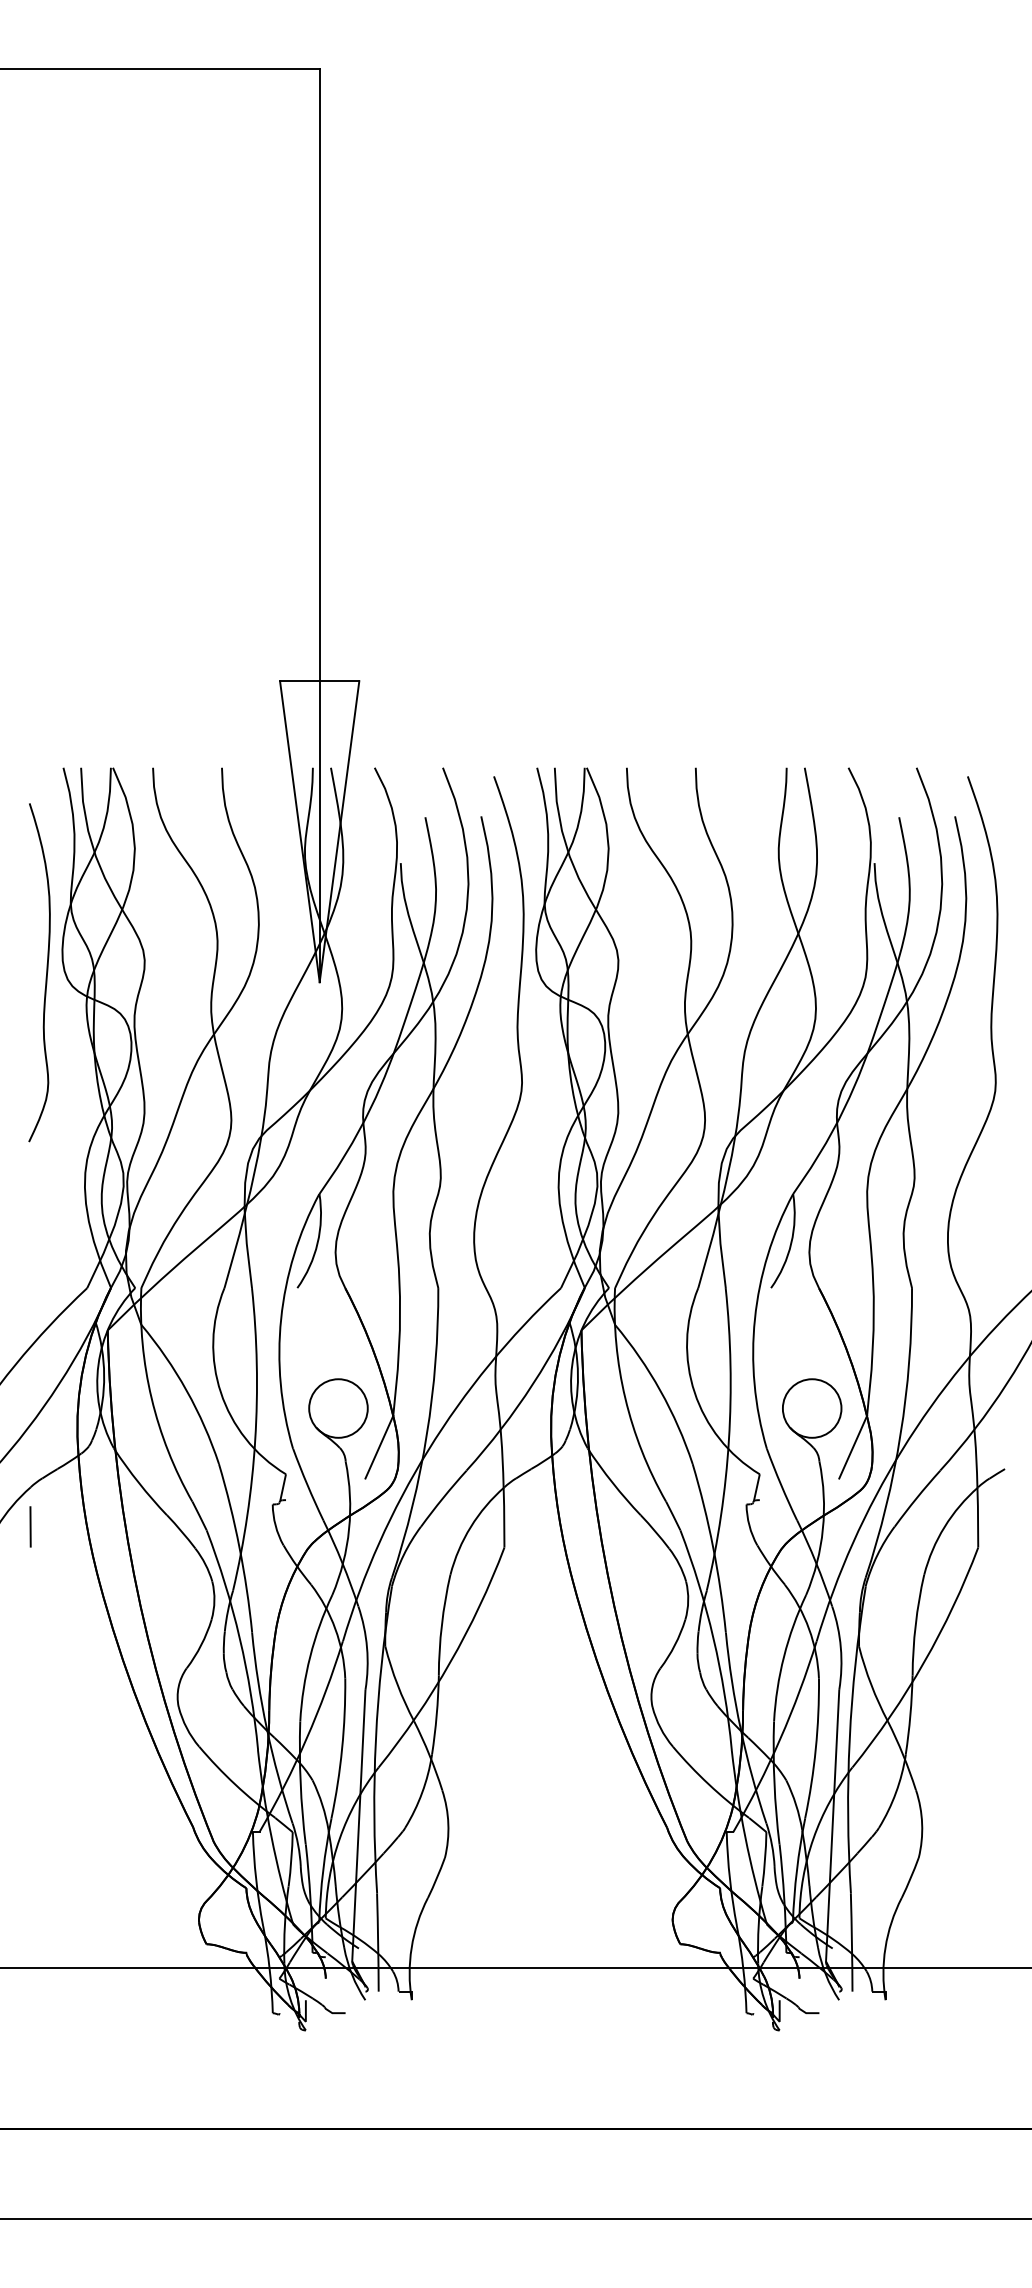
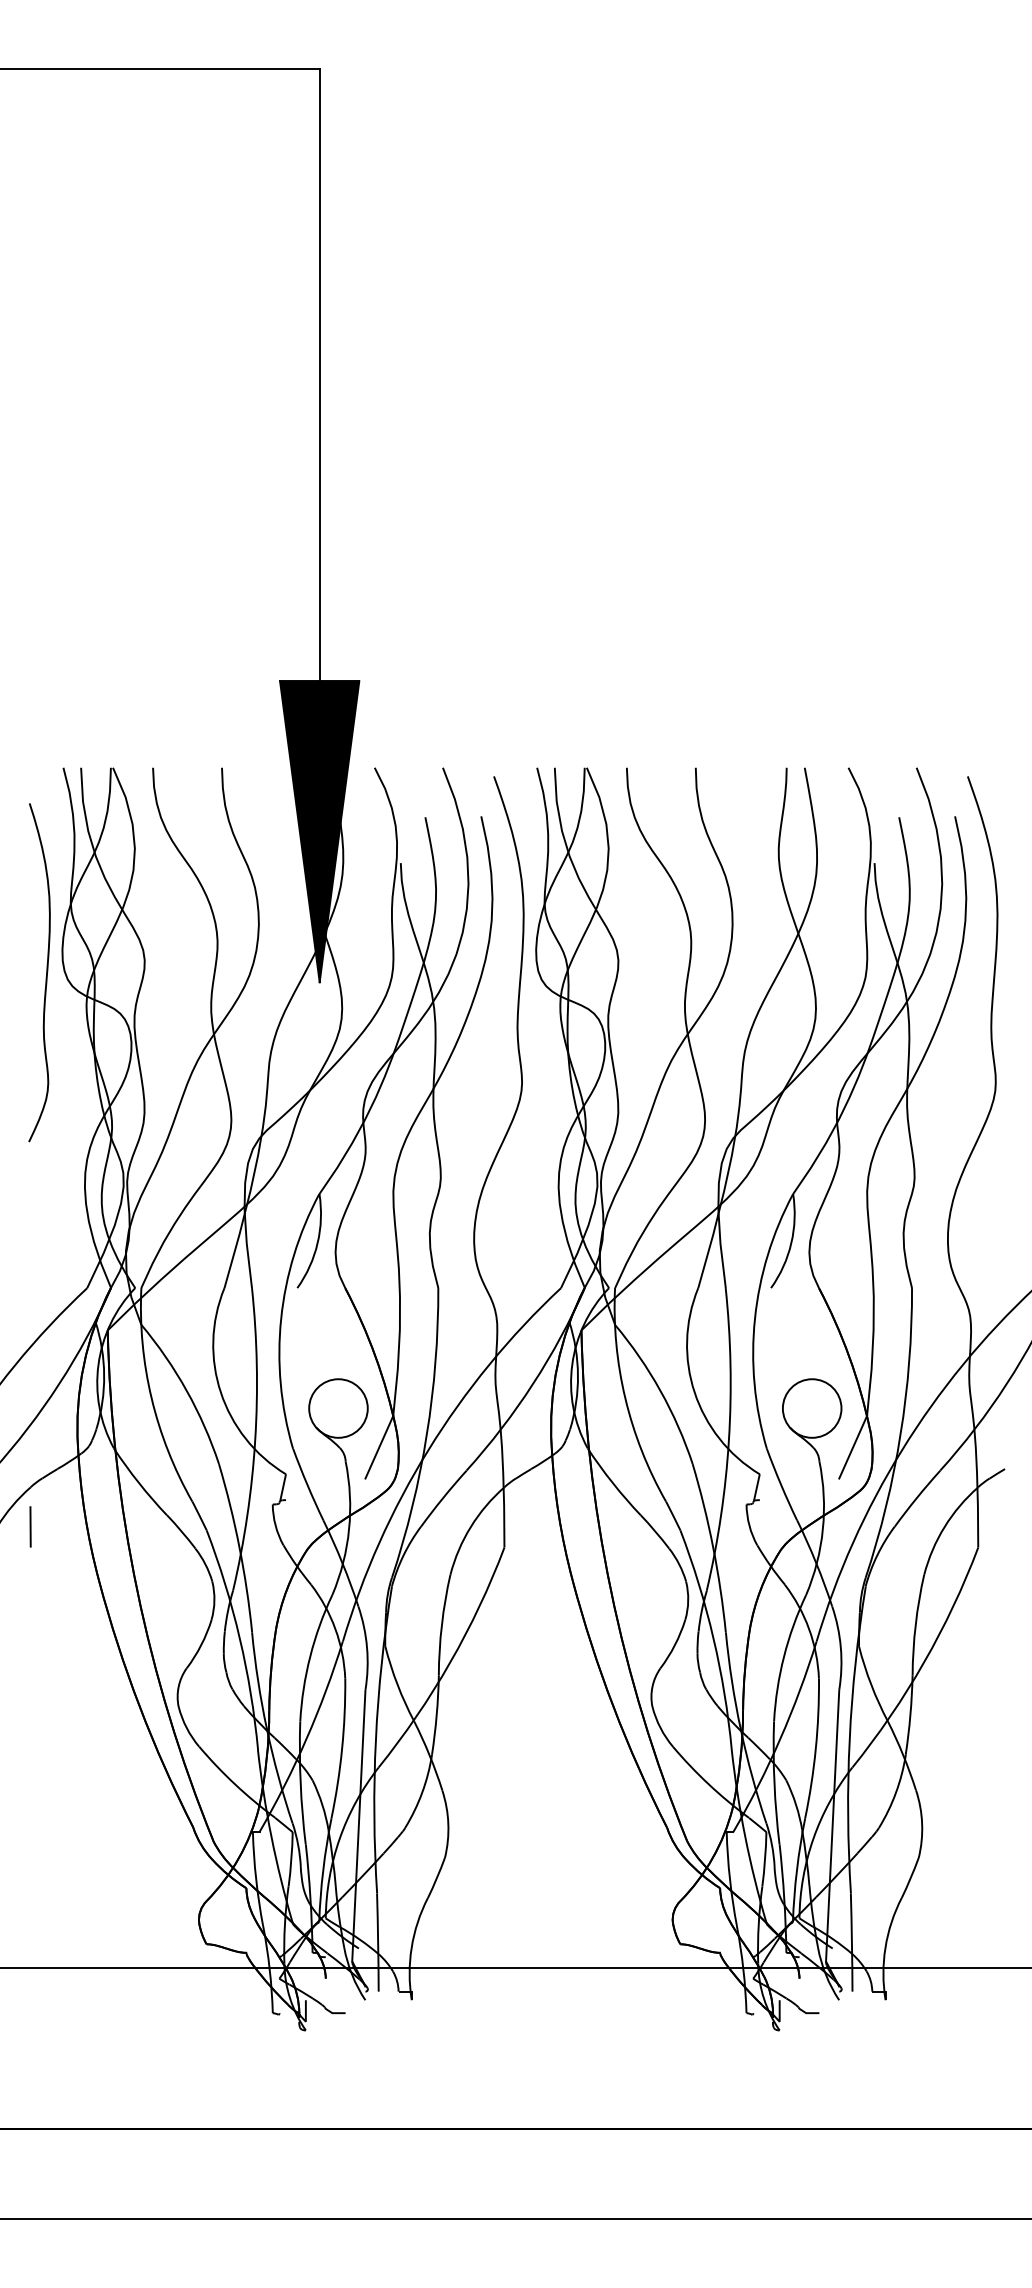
fill at (319, 831): none -> present
